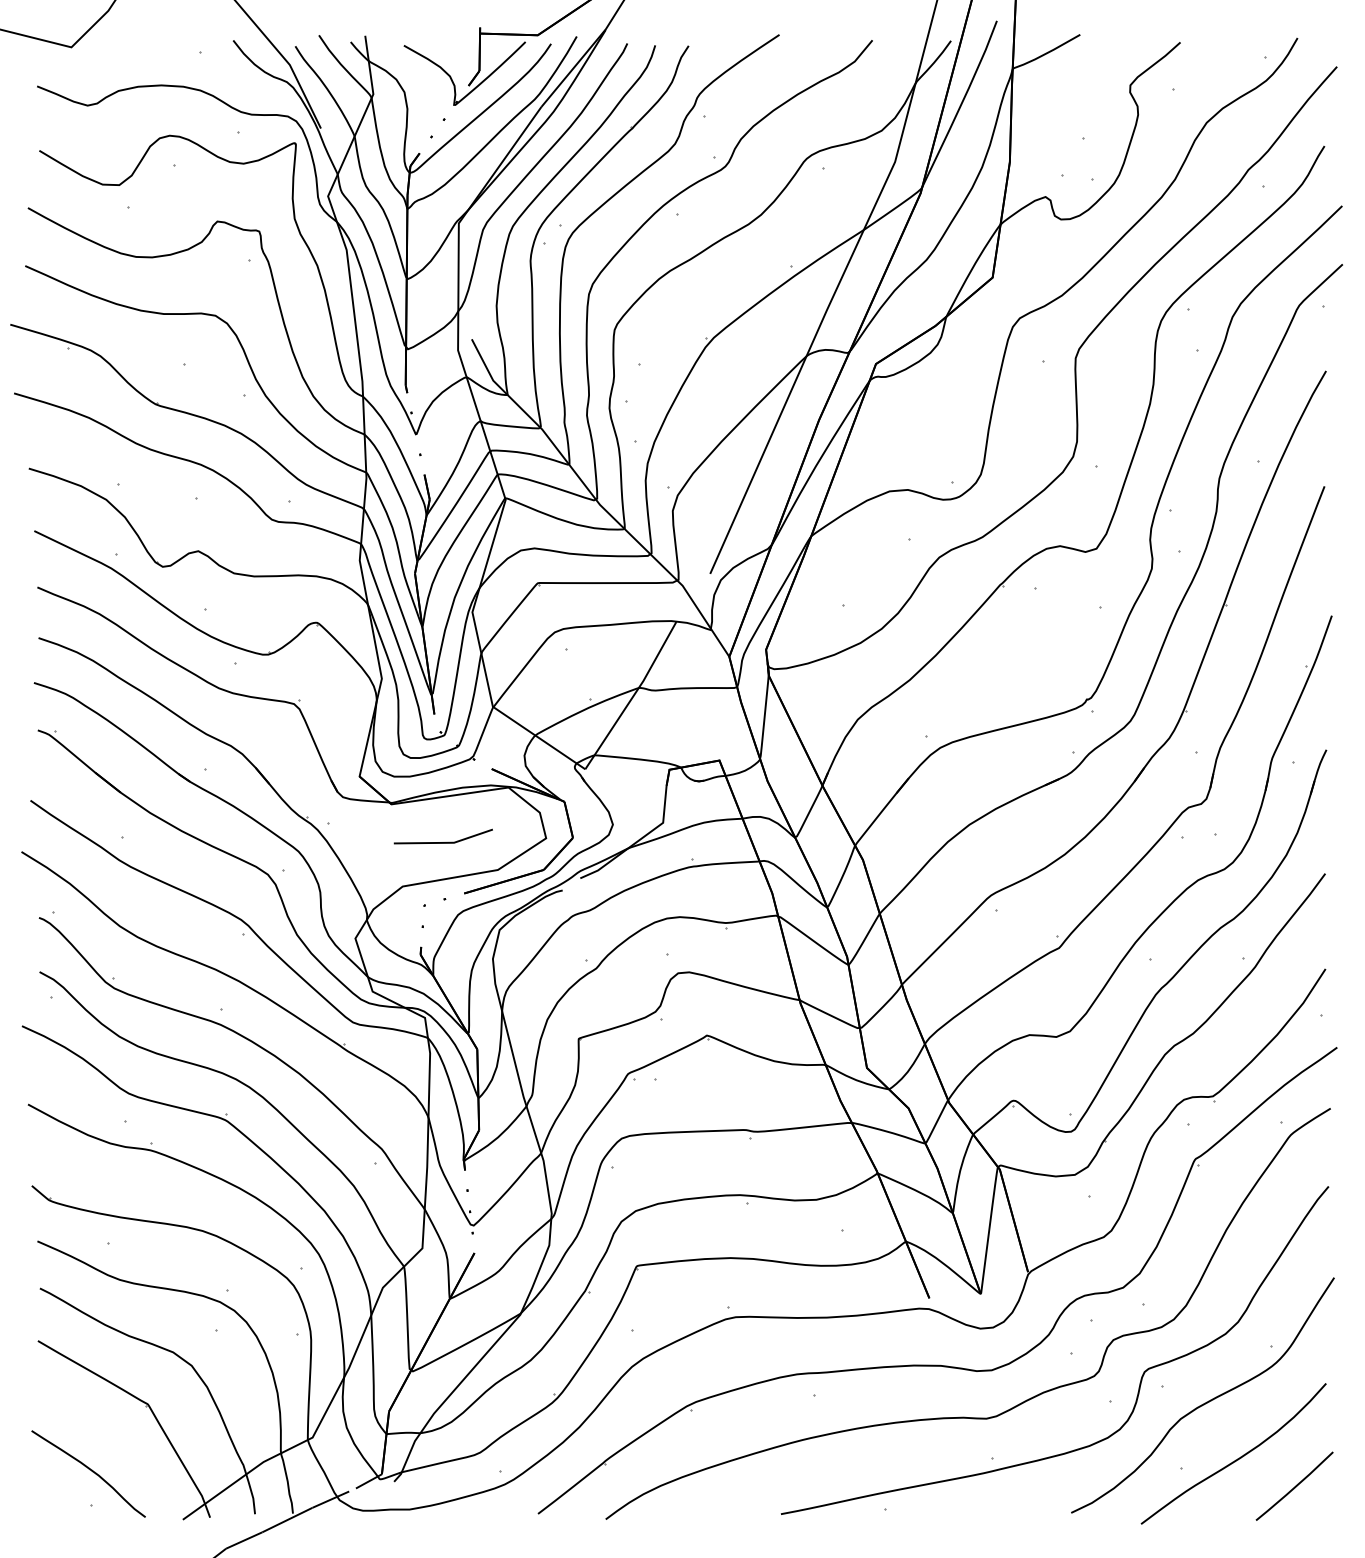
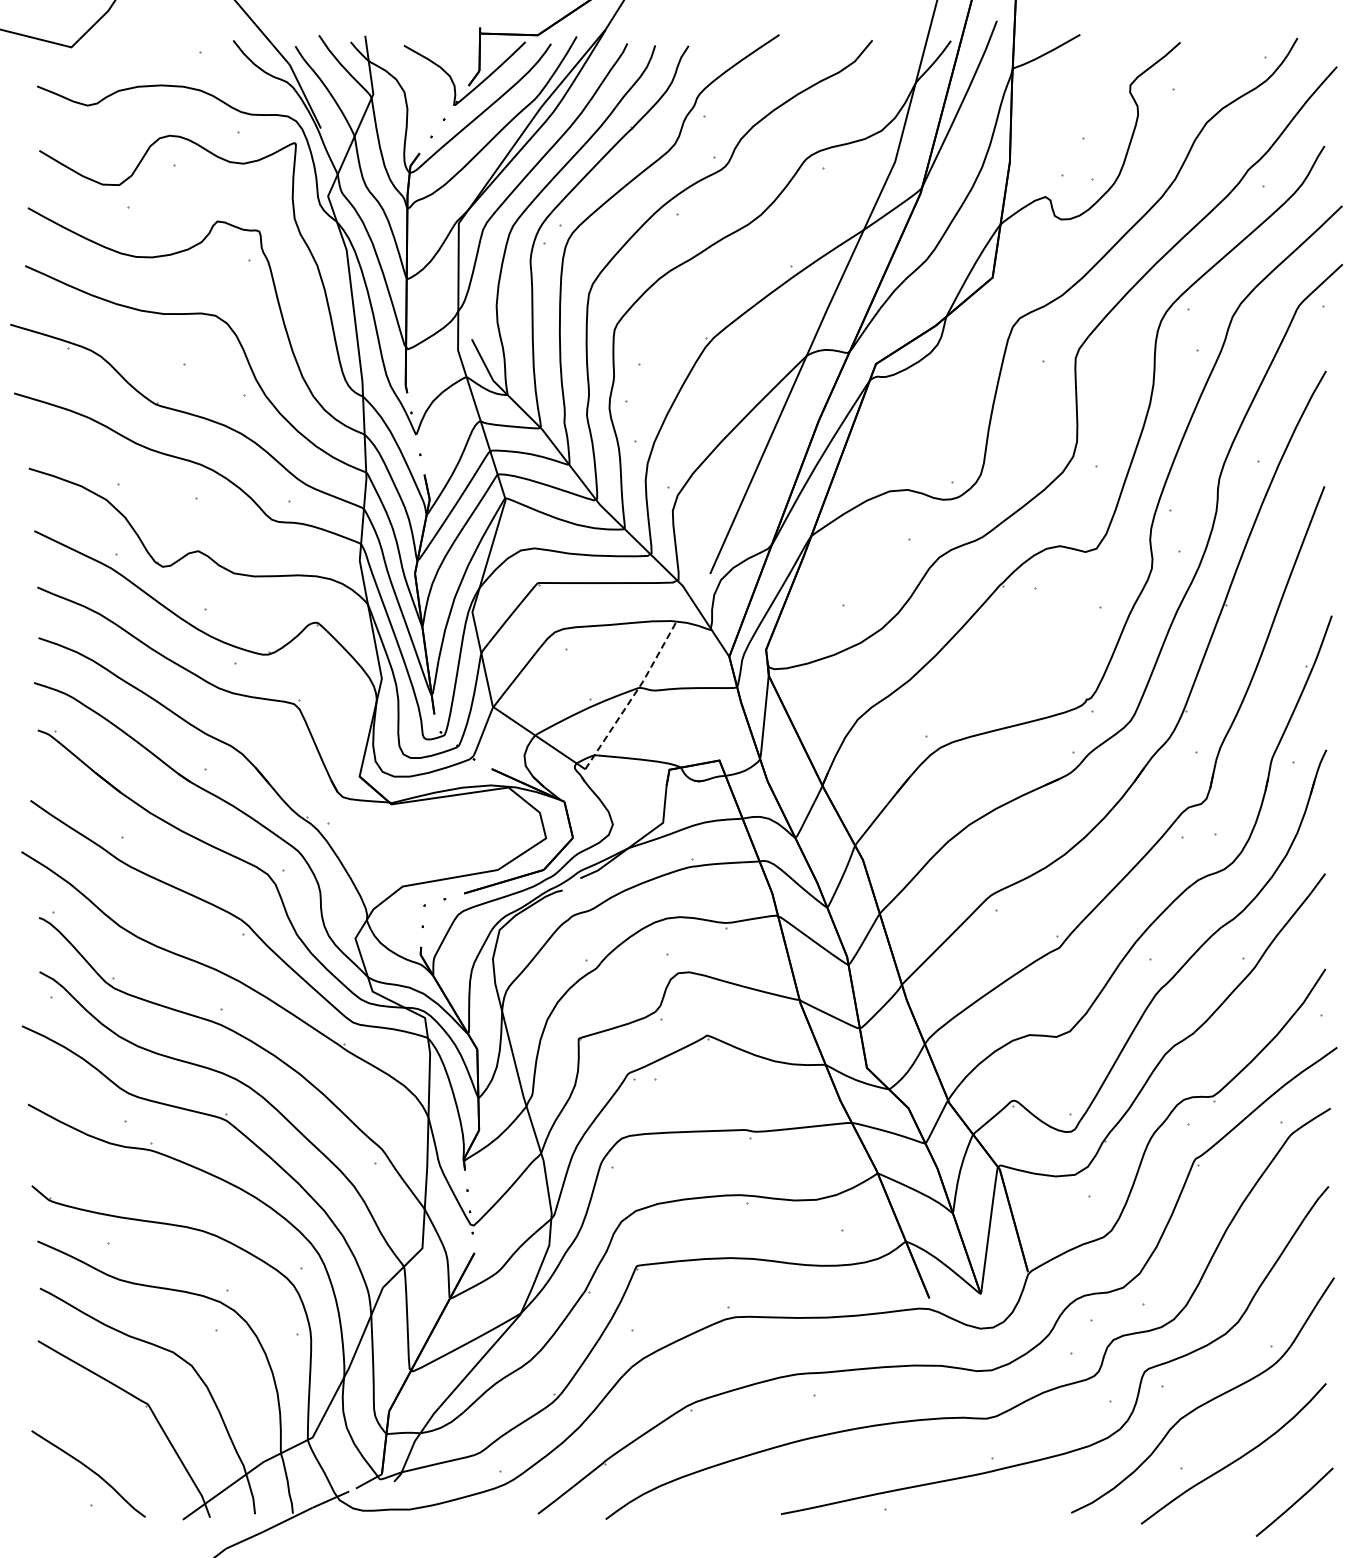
line at (633, 696): solid -> dashed
line at (442, 842): present -> none
line at (1295, 1485) position: (1295, 1485) -> (1295, 1501)
